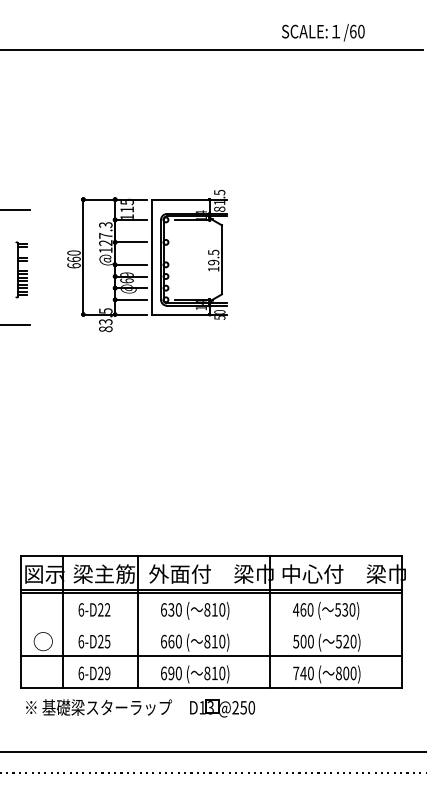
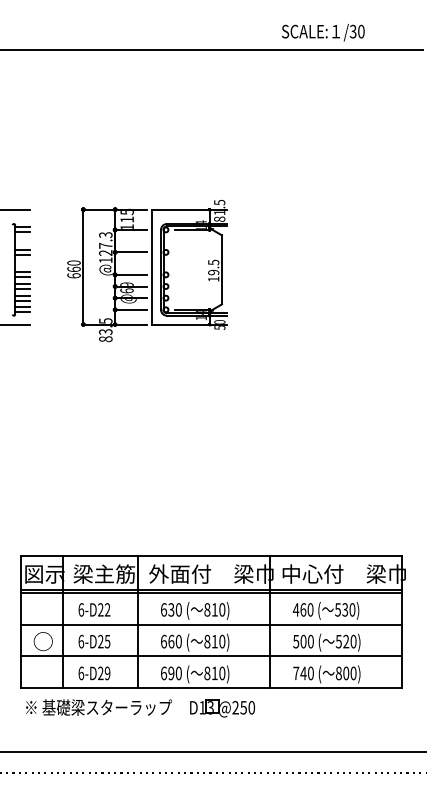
text at (352, 31): /60 -> /30
part at (147, 261) position: (147, 261) -> (147, 271)
part at (21, 269) size: 13x58 px -> 19x94 px
line at (211, 624): none -> present
